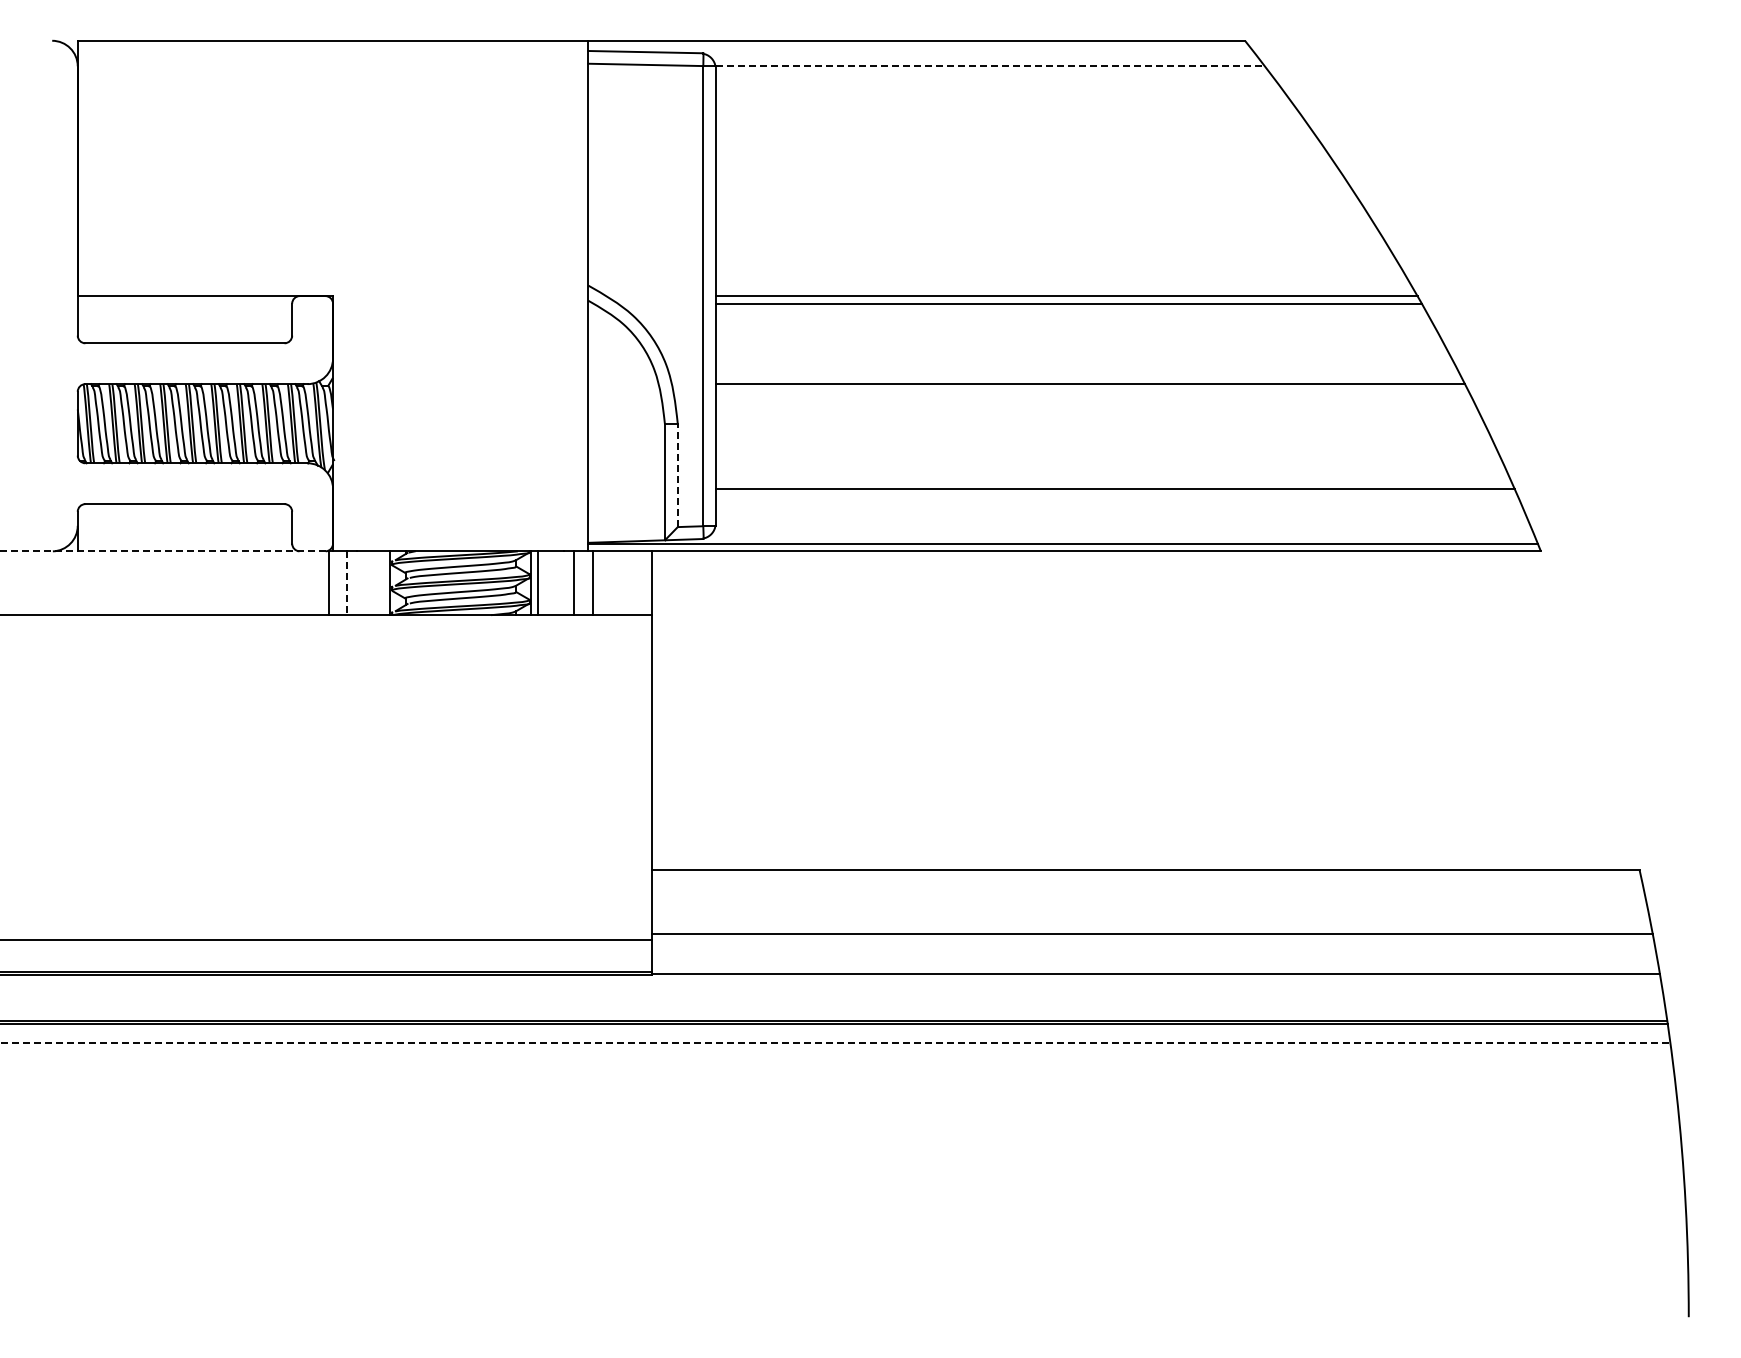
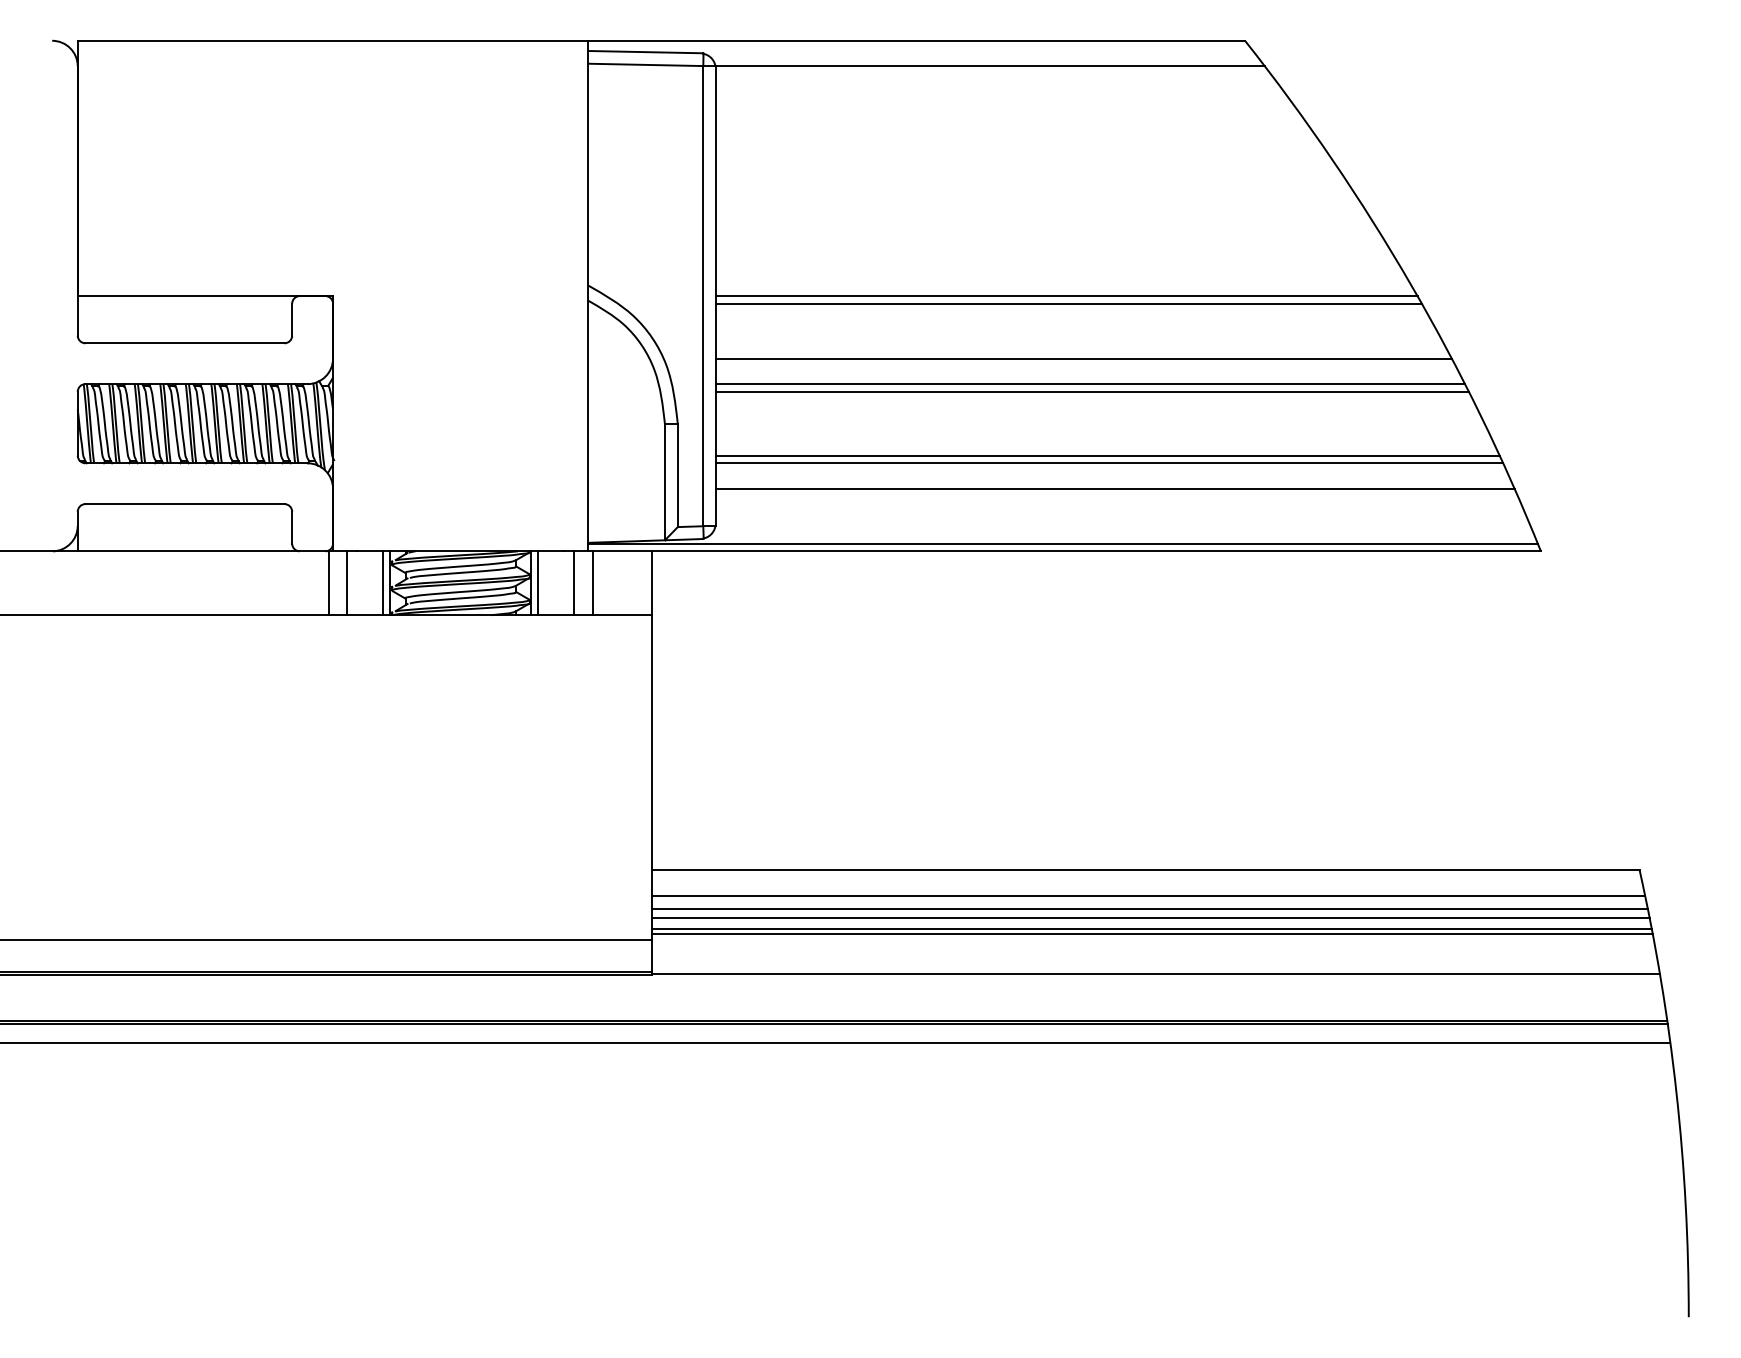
line at (990, 66): dashed -> solid
line at (1083, 358): none -> present
line at (1091, 391): none -> present
line at (1107, 455): none -> present
line at (1109, 463): none -> present
line at (677, 475): dashed -> solid
line at (164, 551): dashed -> solid
line at (346, 583): dashed -> solid
line at (383, 583): none -> present
line at (1148, 895): none -> present
line at (1149, 908): none -> present
line at (1150, 917): none -> present
line at (1151, 928): none -> present
line at (835, 1042): dashed -> solid
